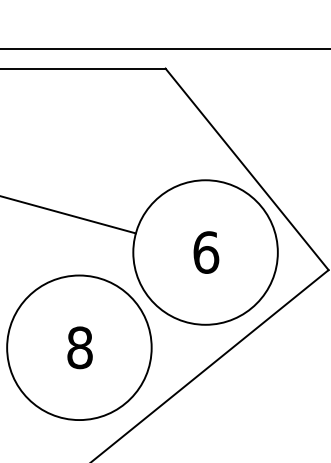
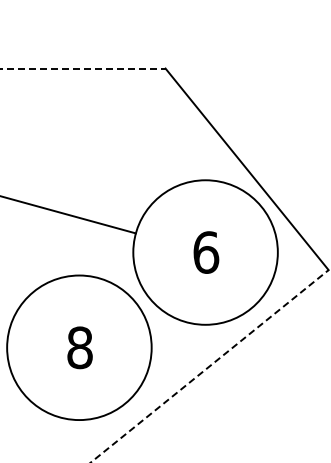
line at (164, 49): present -> none
line at (83, 68): solid -> dashed
line at (209, 366): solid -> dashed
